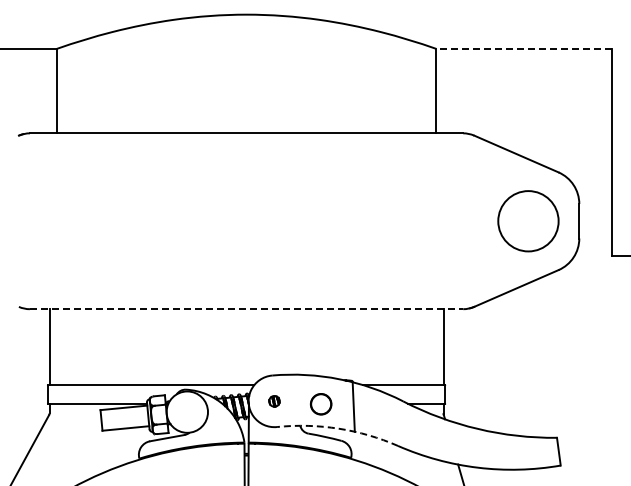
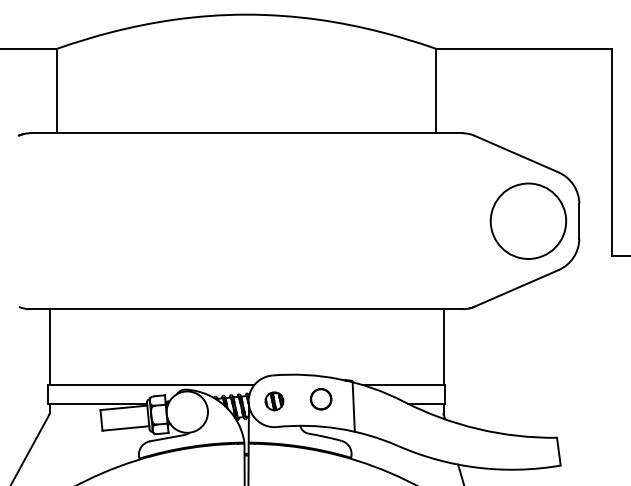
line at (524, 48): dashed -> solid
circle at (528, 221) diameter: 60 px -> 75 px
line at (246, 309): dashed -> solid
part at (274, 401) size: 13x13 px -> 21x21 px
circle at (321, 404) position: (321, 404) -> (321, 399)
arc at (338, 428): dashed -> solid
